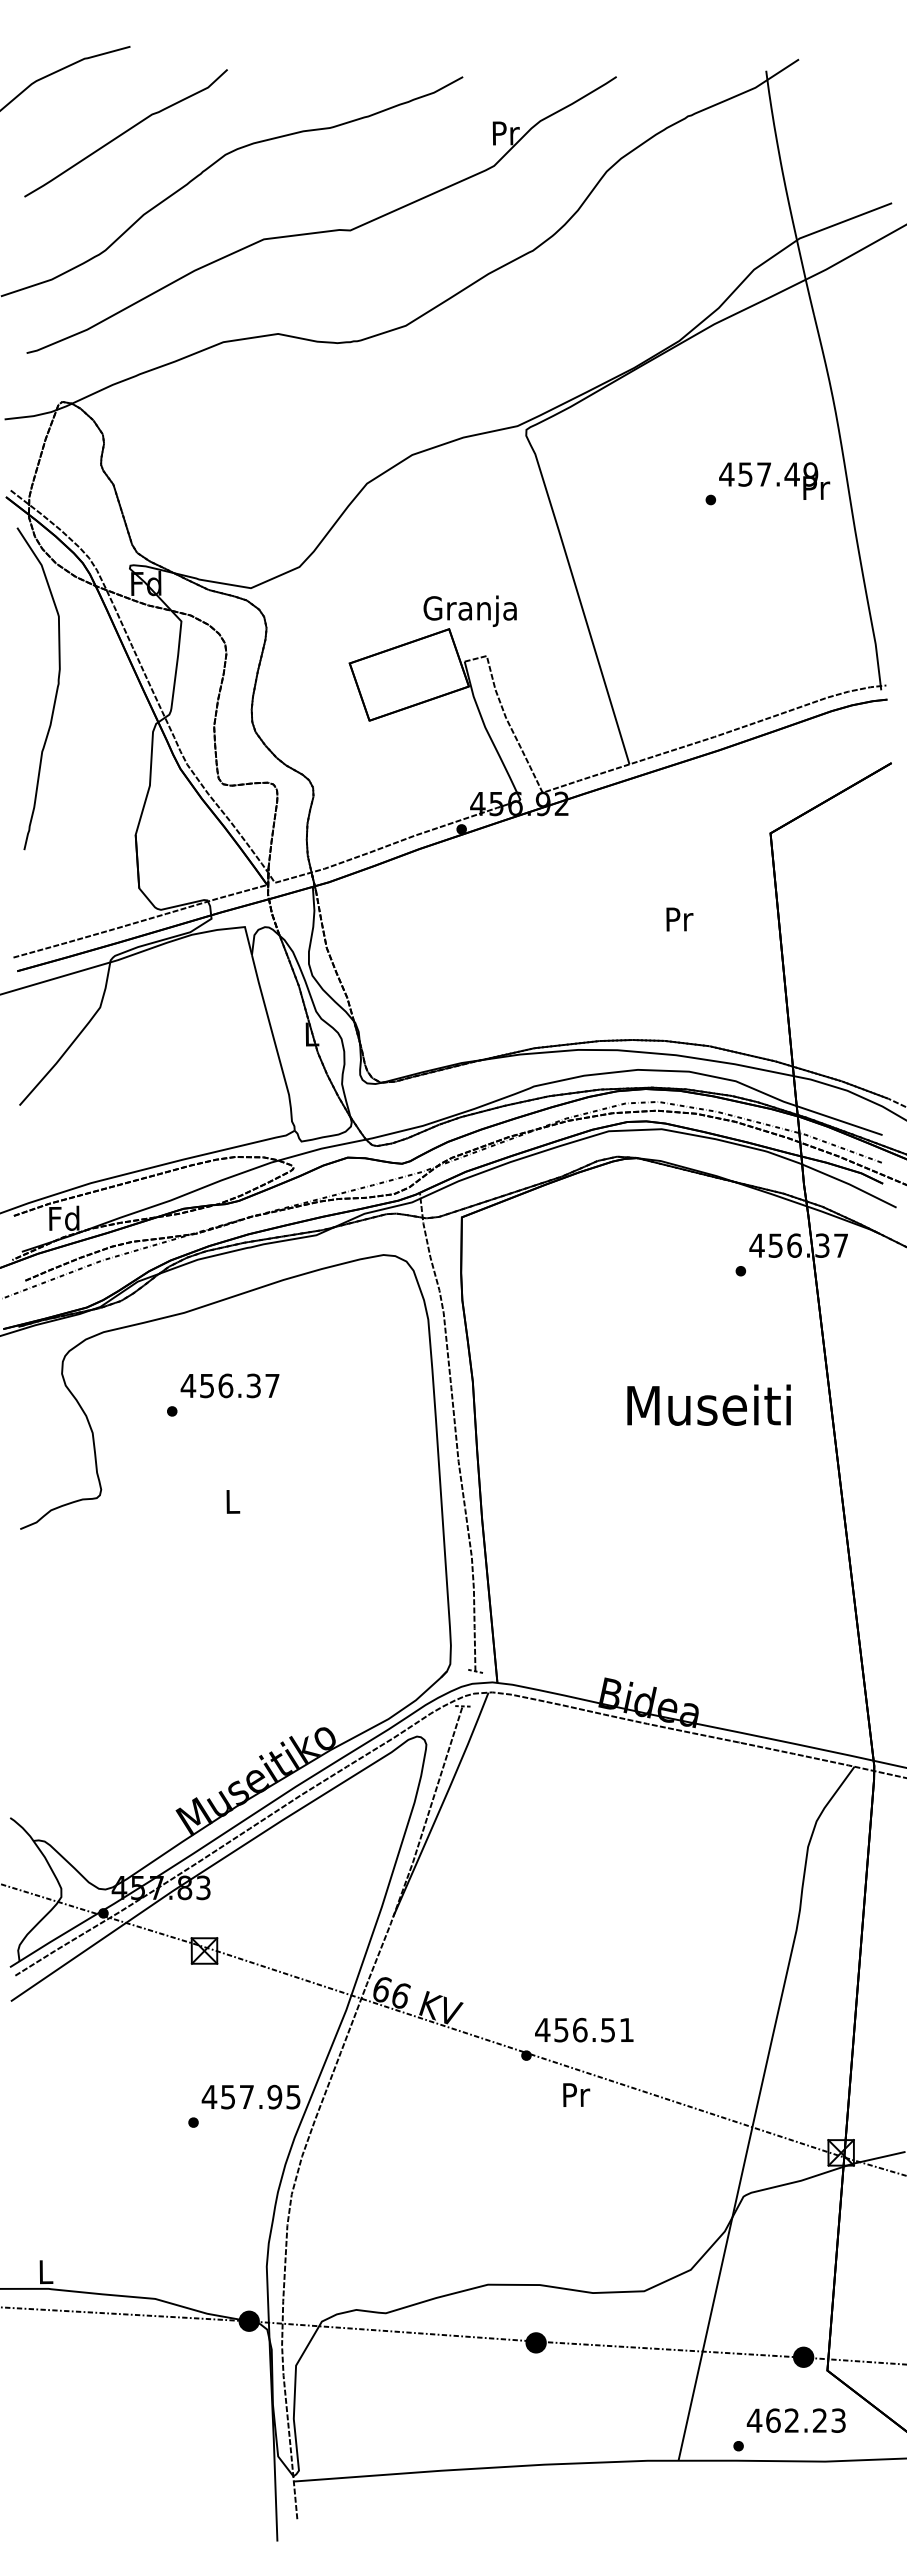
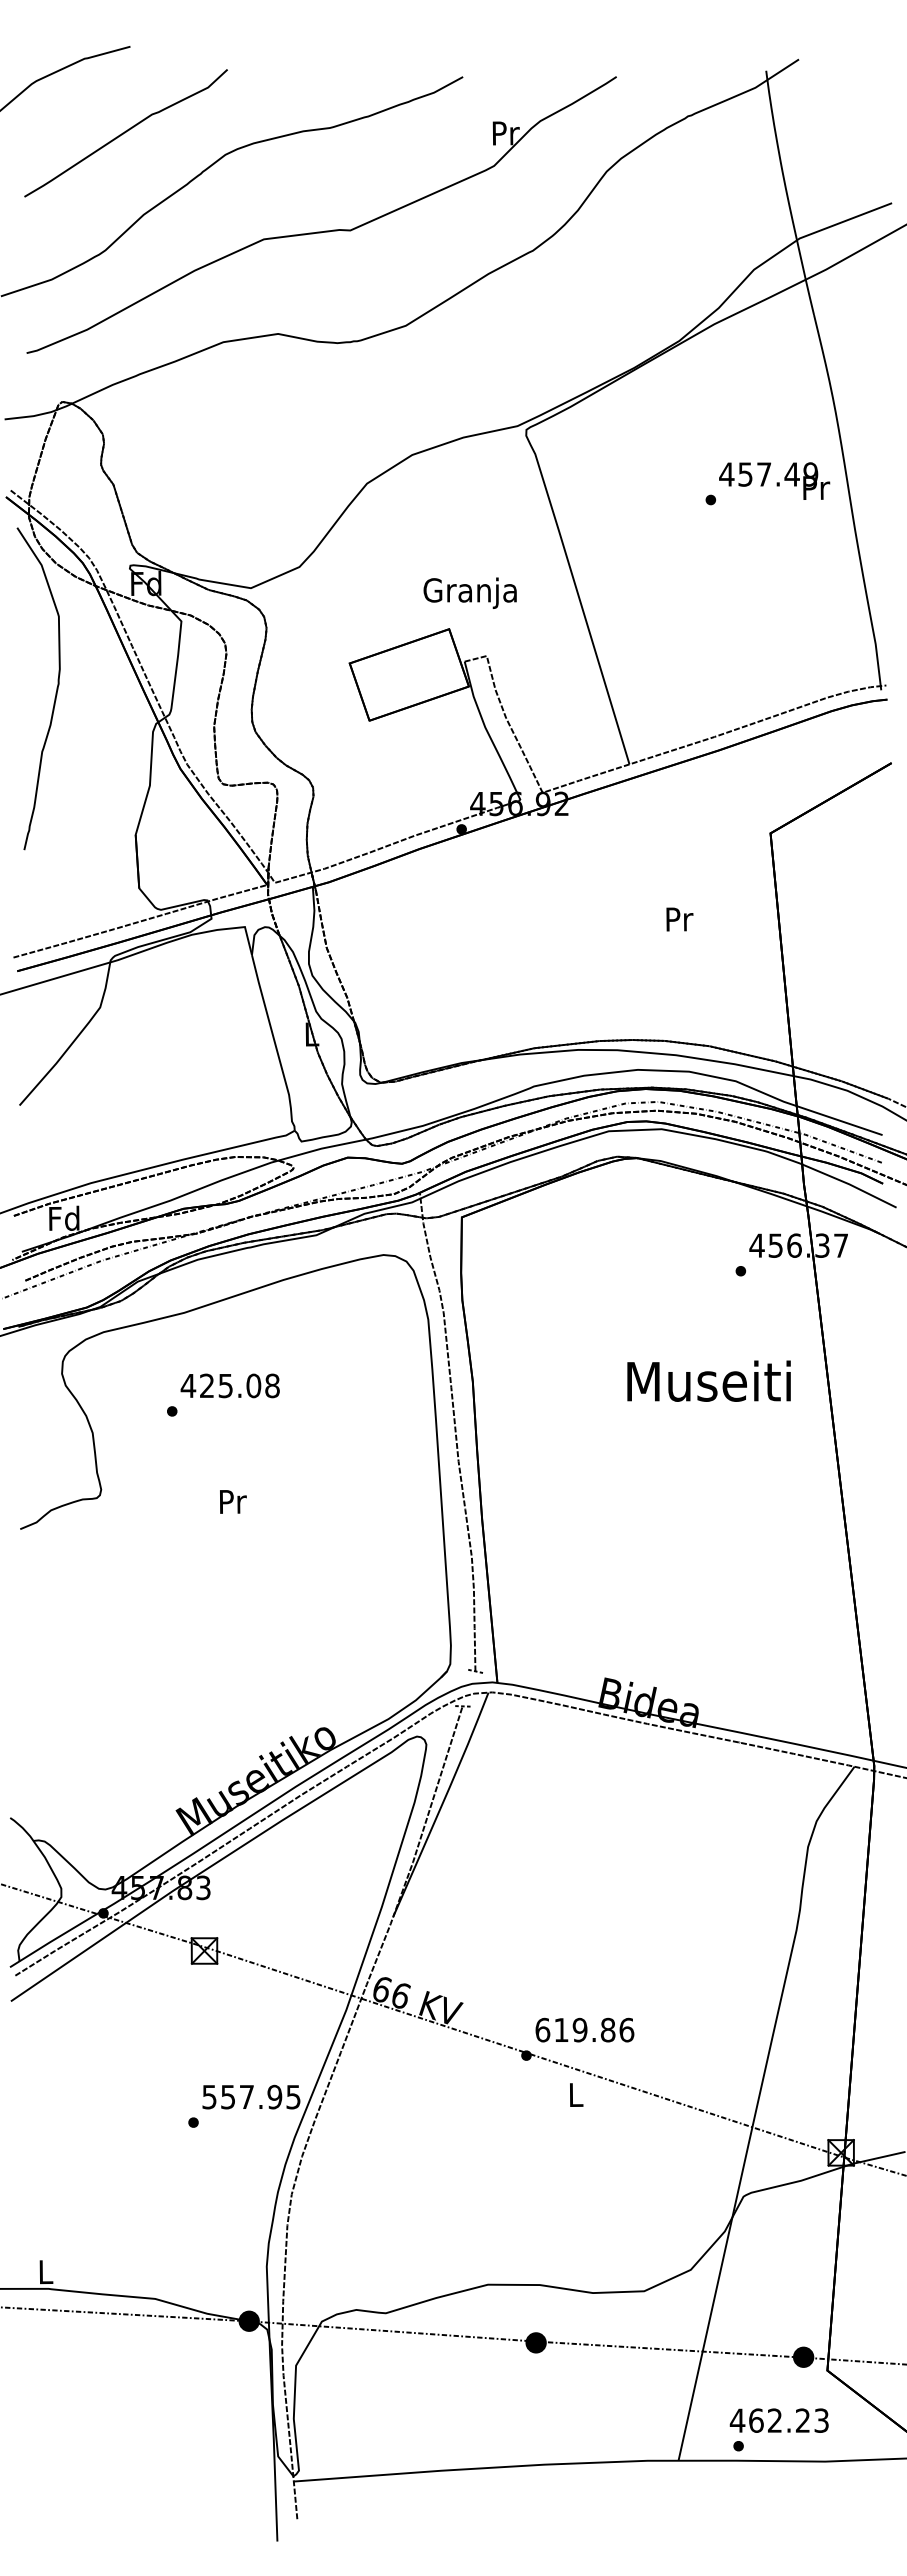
text at (469, 610) position: (469, 610) -> (469, 592)
text at (239, 1385): 456.37 -> 425.08
text at (708, 1404) position: (708, 1404) -> (708, 1380)
text at (233, 1501): L -> Pr
text at (584, 2029): 456.51 -> 619.86
text at (576, 2094): Pr -> L
text at (209, 2097): 457.95 -> 557.95
text at (795, 2420) position: (795, 2420) -> (778, 2420)
